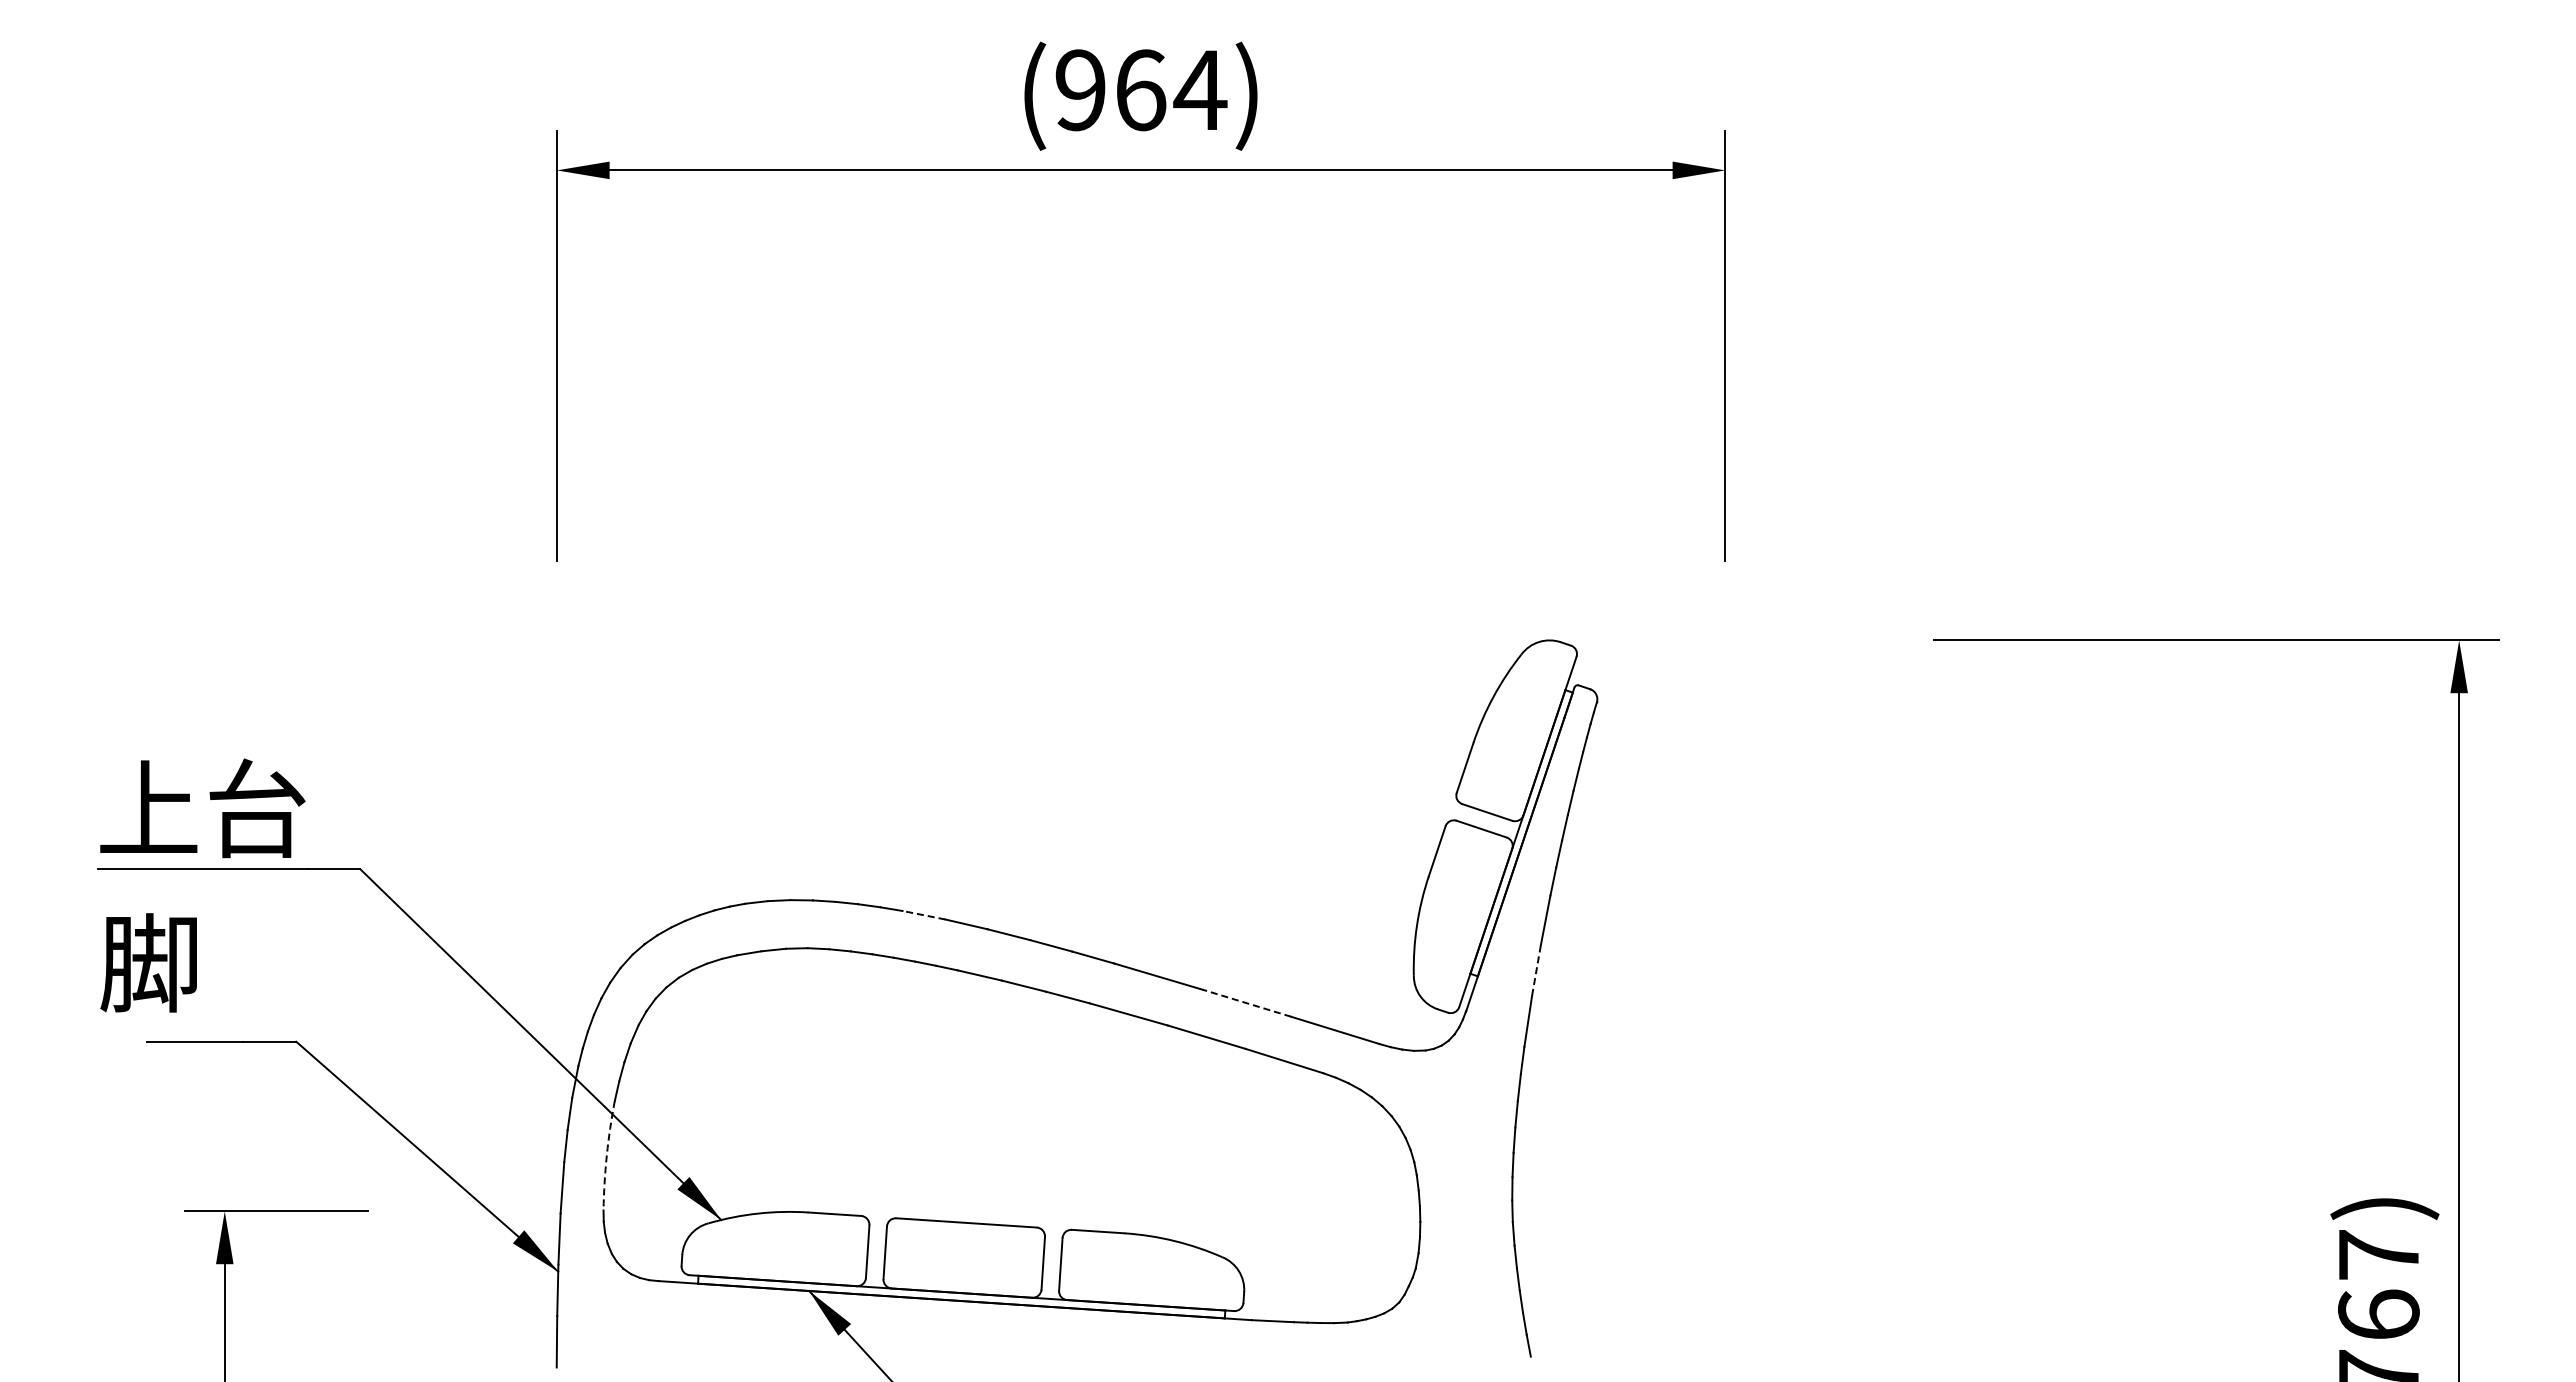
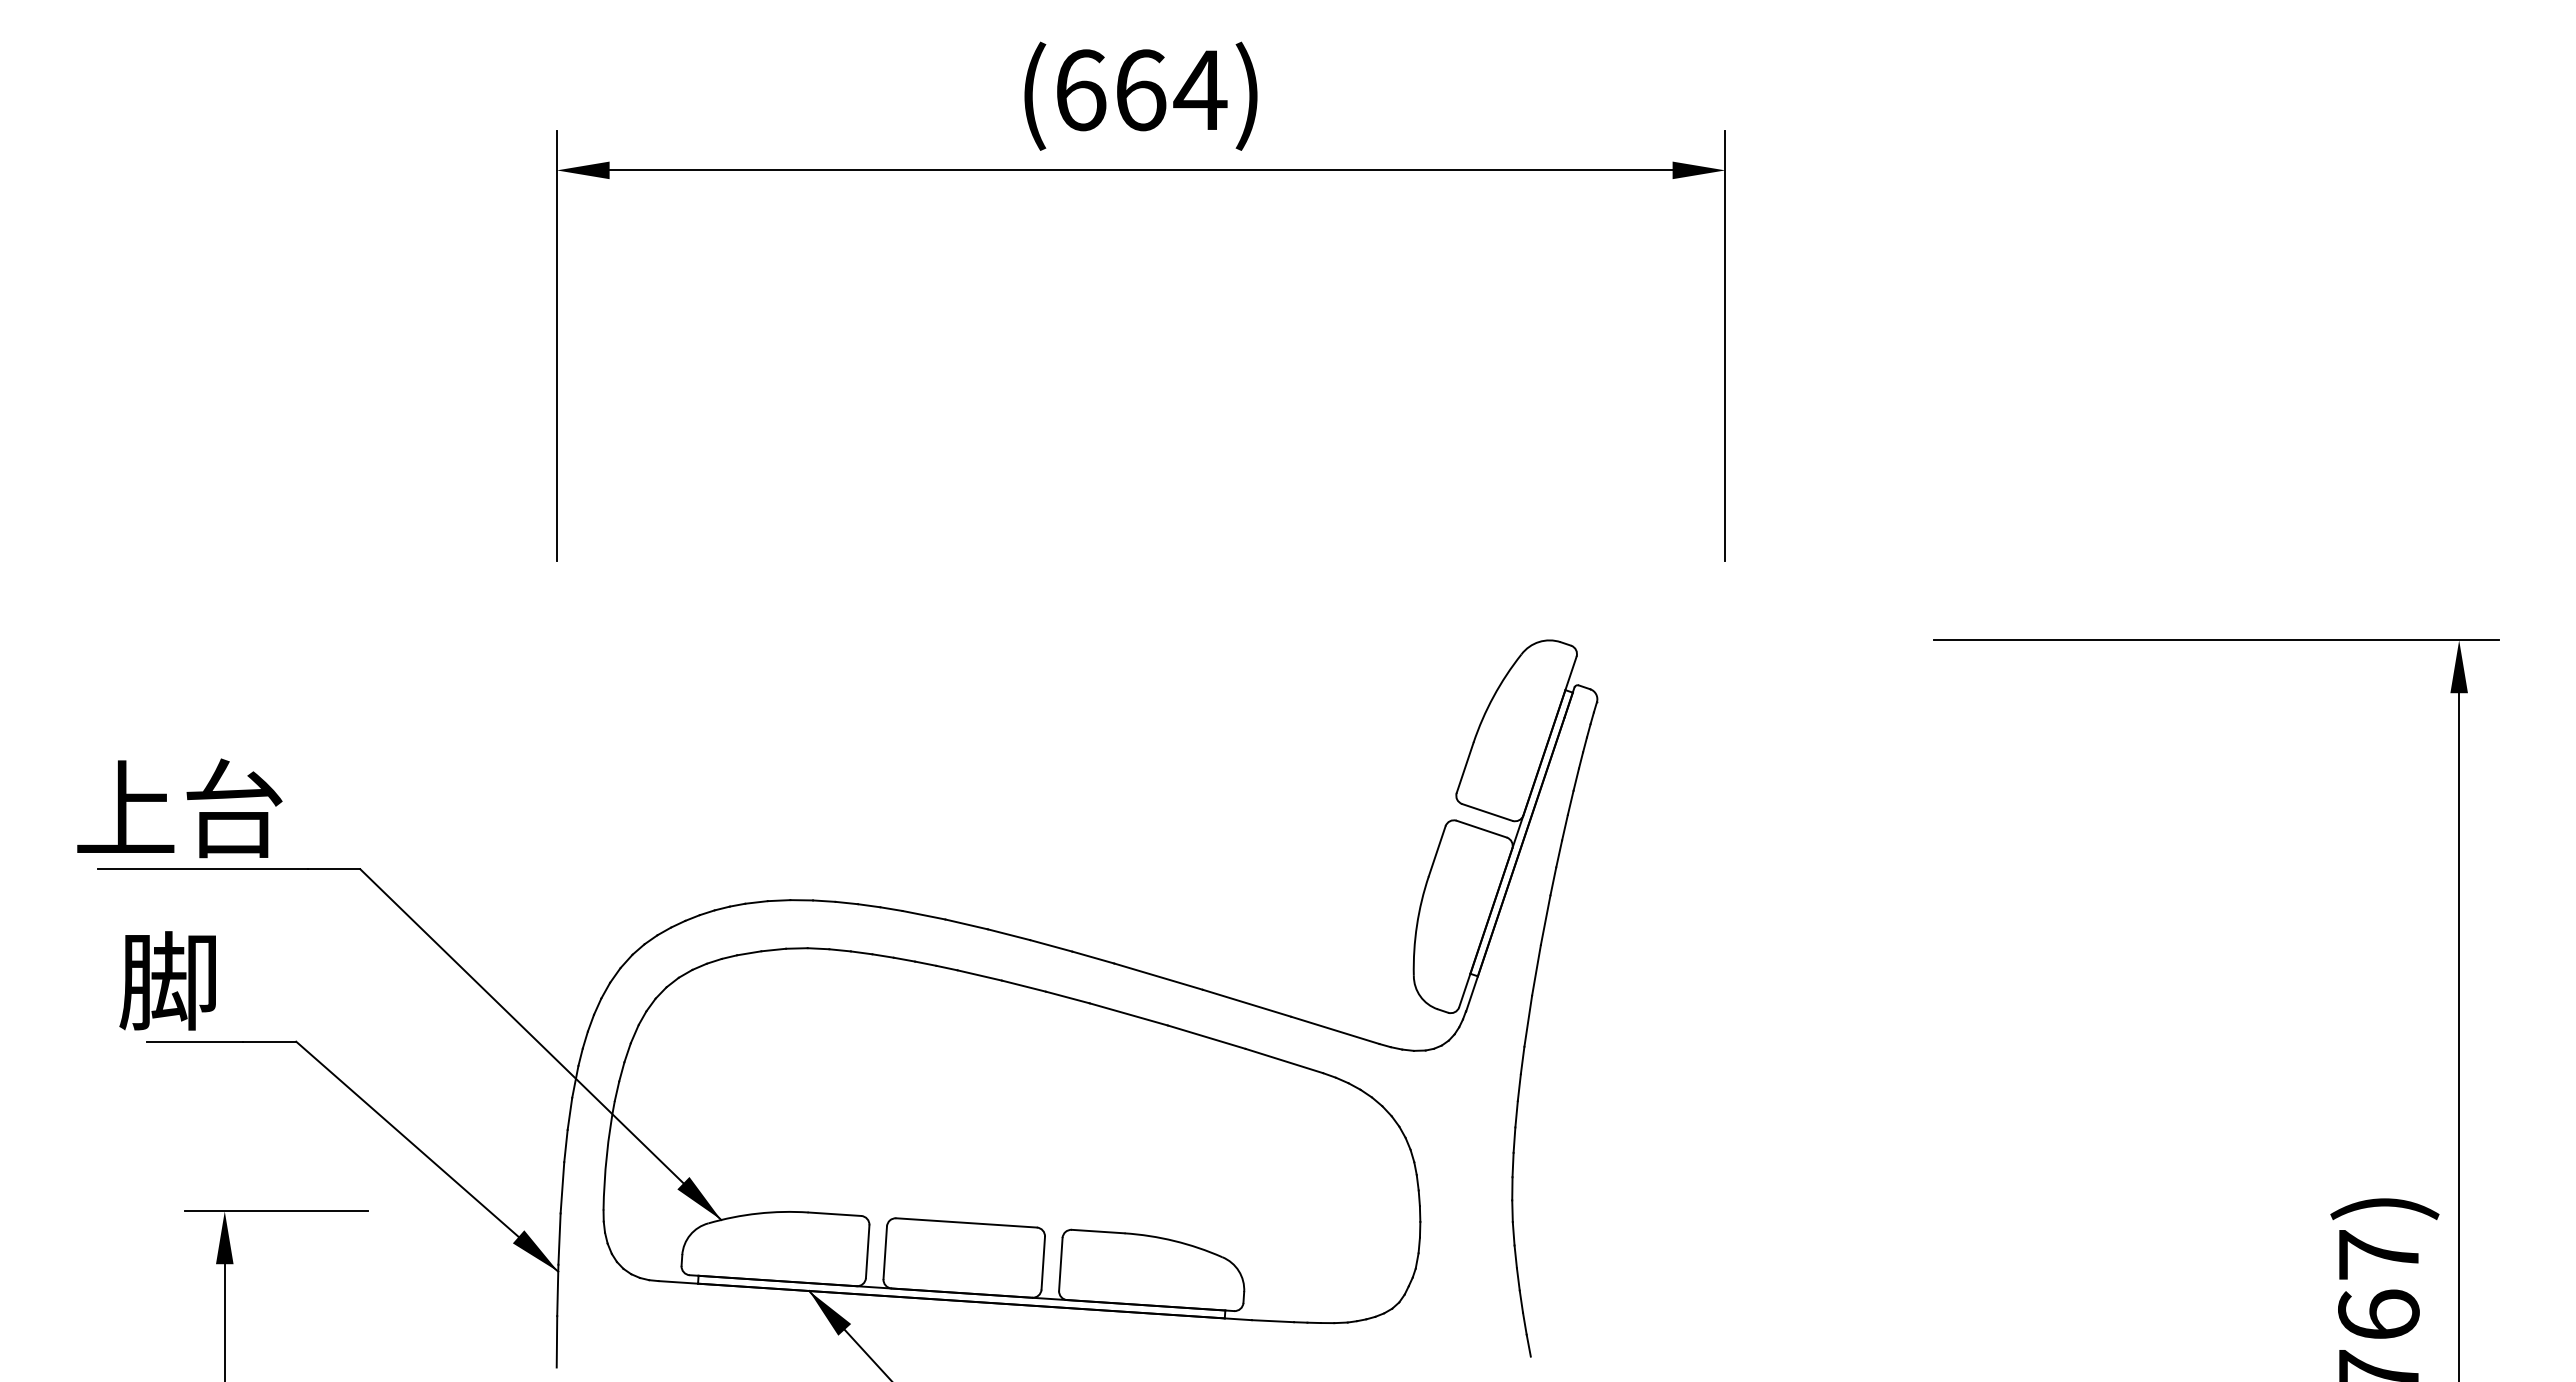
text at (1080, 90): (964) -> (664)
text at (202, 808) position: (202, 808) -> (179, 808)
line at (923, 915): dashed -> solid
text at (148, 962) position: (148, 962) -> (167, 980)
line at (1536, 970): dashed -> solid
line at (1246, 1003): dashed -> solid
arc at (606, 1155): dashed -> solid
